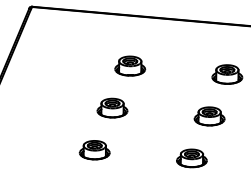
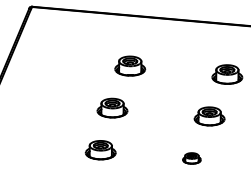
part at (94, 150) position: (94, 150) -> (100, 150)
part at (191, 158) size: 32x21 px -> 20x13 px
